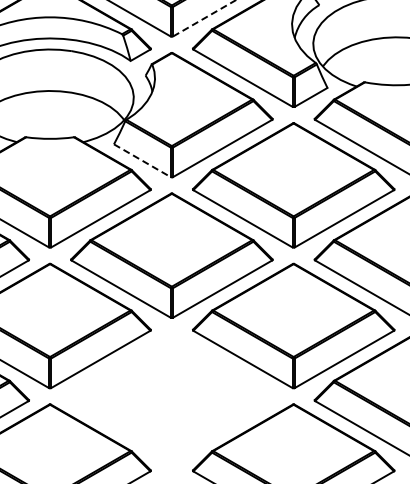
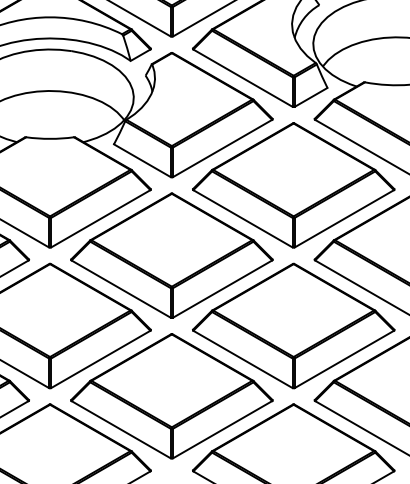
line at (204, 18): dashed -> solid
line at (142, 160): dashed -> solid
part at (171, 396): none -> present
